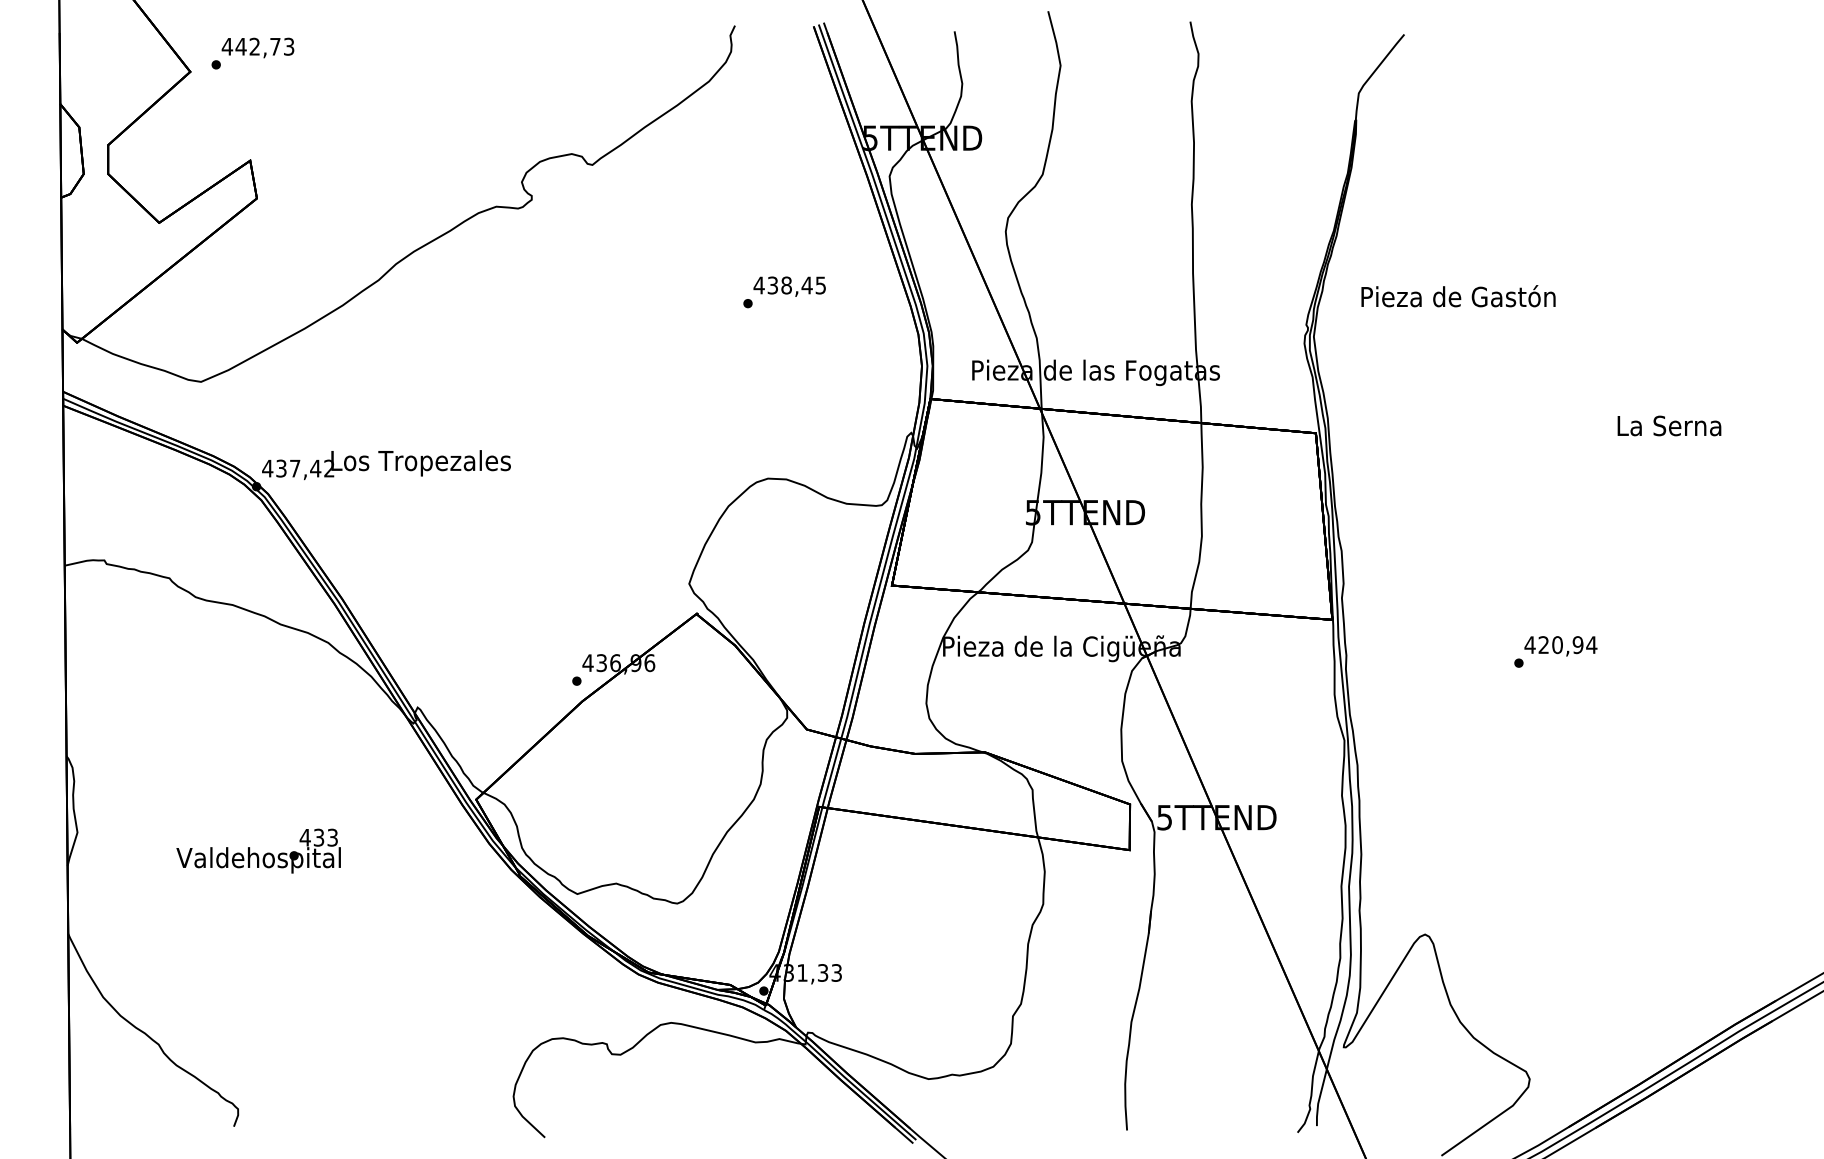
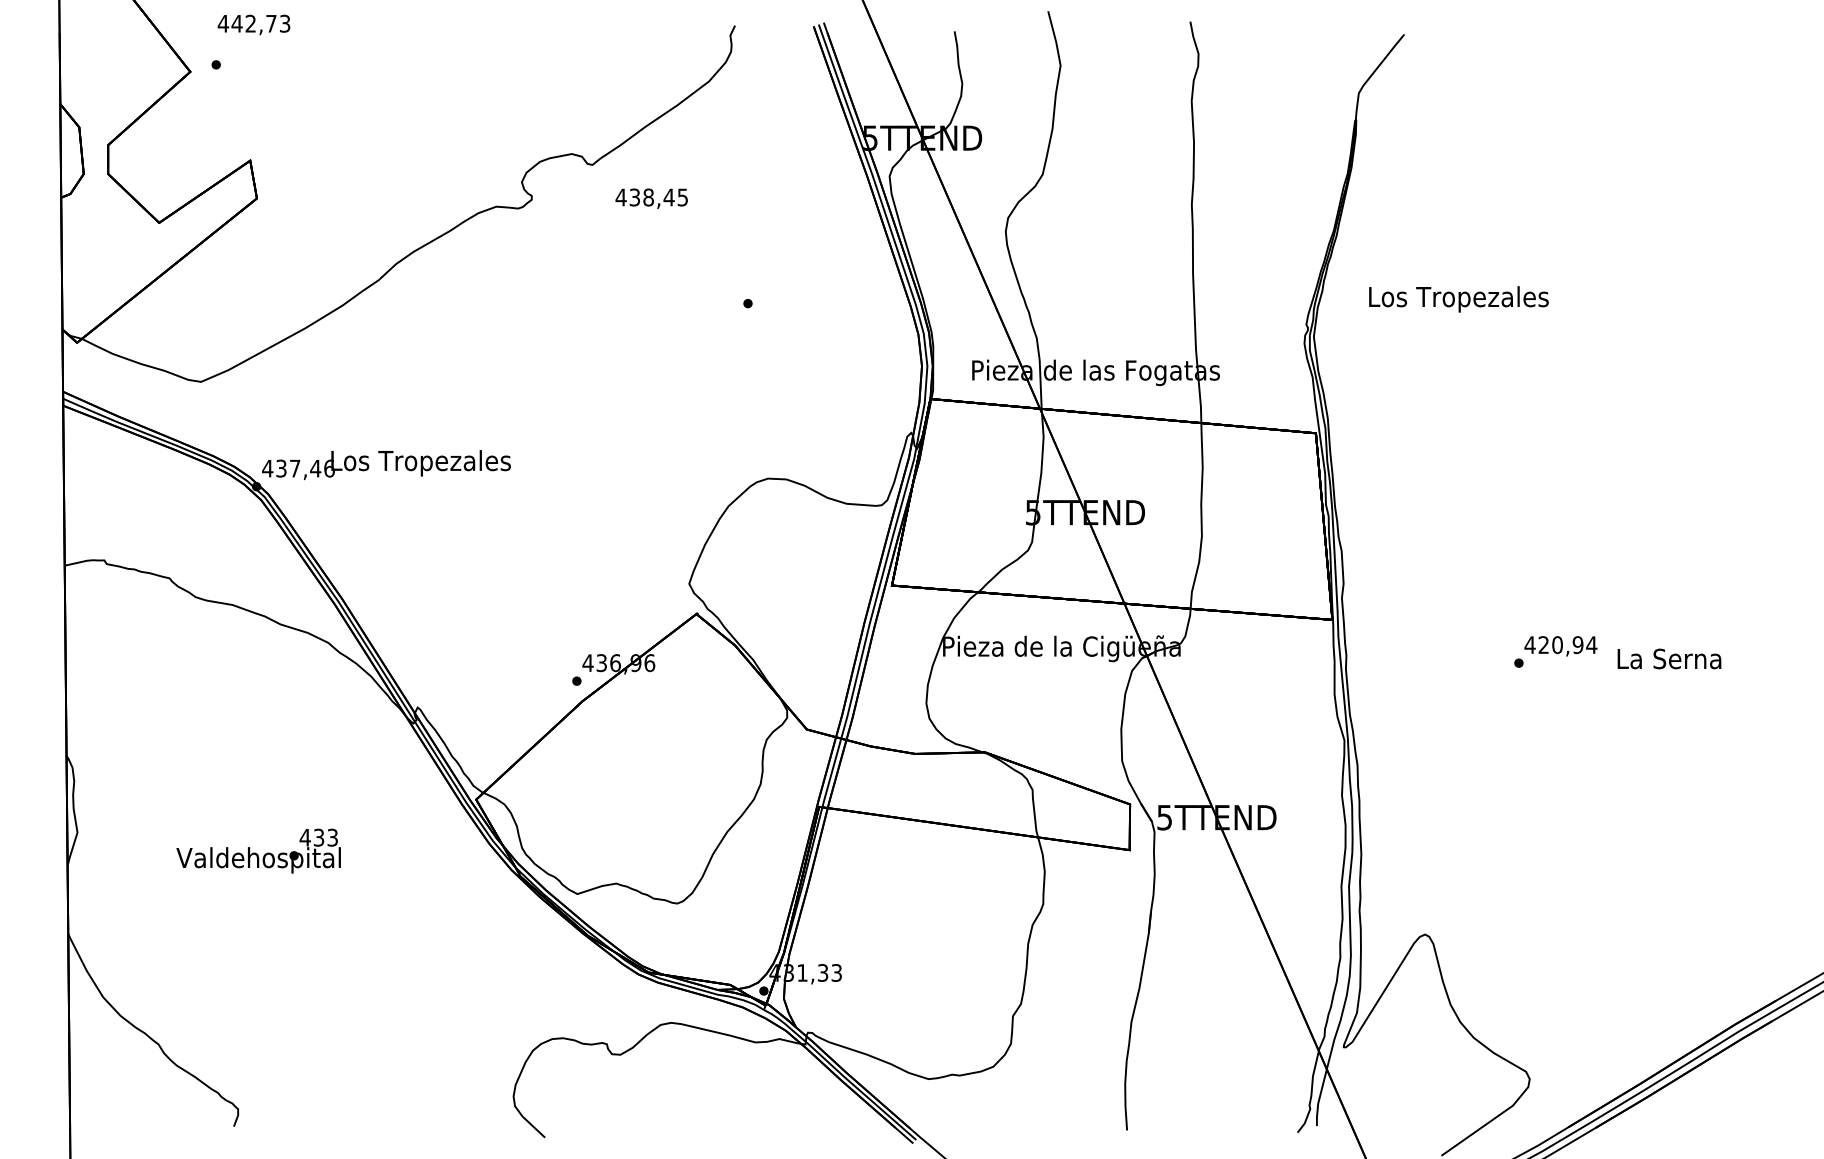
text at (257, 47) position: (257, 47) -> (253, 24)
text at (789, 286) position: (789, 286) -> (651, 198)
text at (1458, 298): Pieza de Gastón -> Los Tropezales
text at (1669, 425) position: (1669, 425) -> (1669, 658)
text at (329, 468): 437,42 -> 437,46
